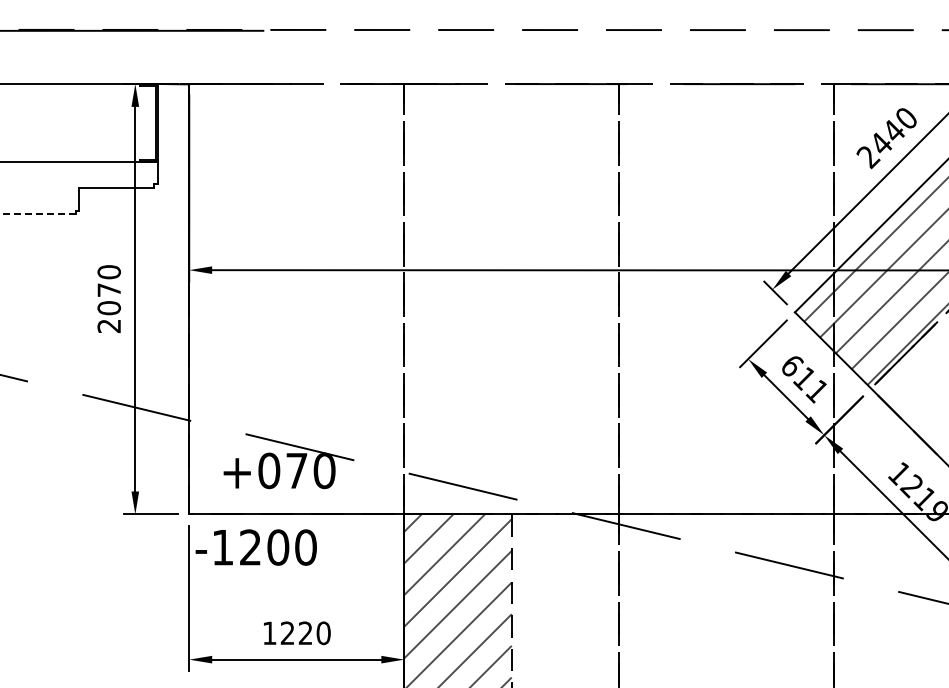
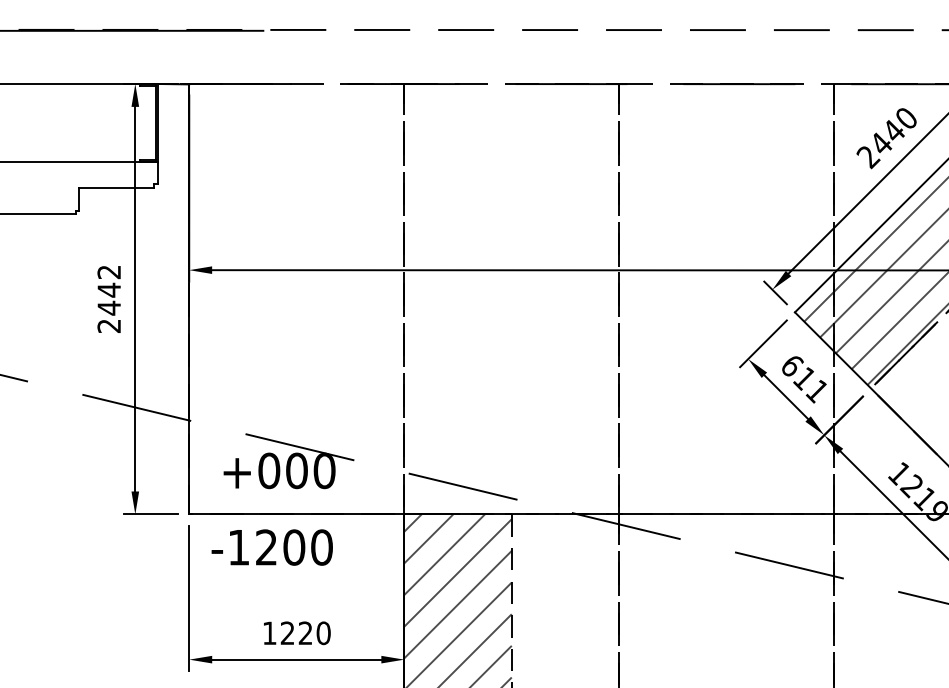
line at (37, 214): dashed -> solid
text at (109, 290): 2070 -> 2442
text at (296, 470): +070 -> +000
text at (255, 547) position: (255, 547) -> (271, 547)
